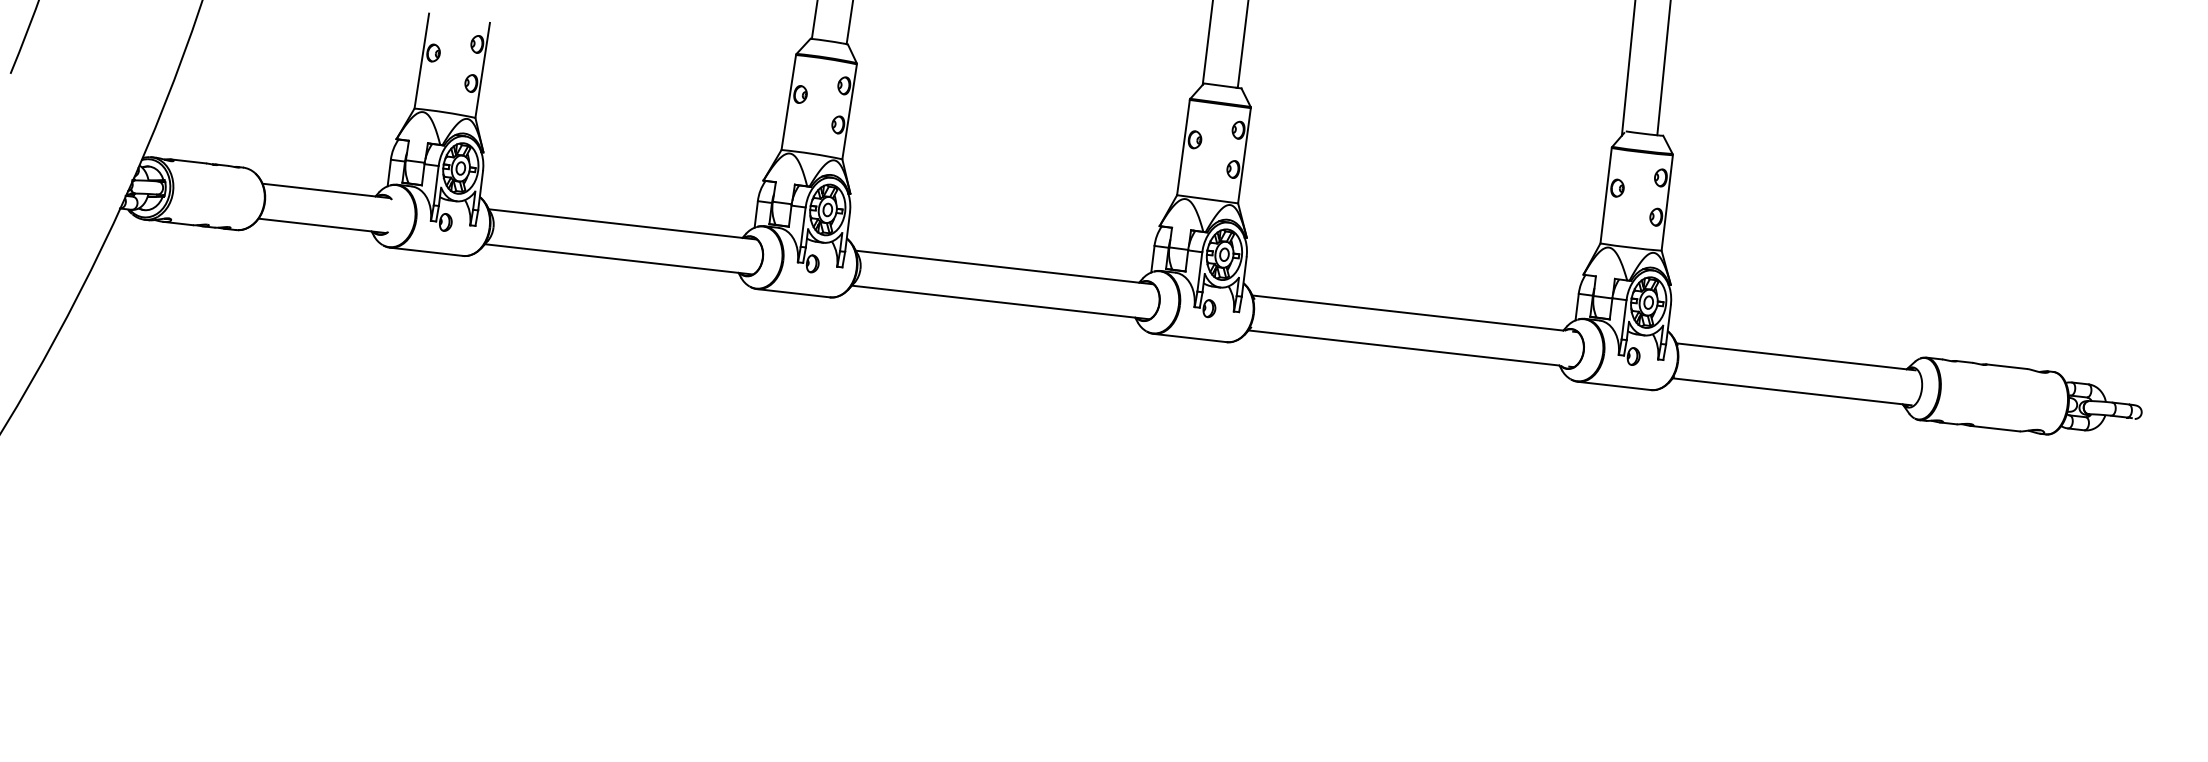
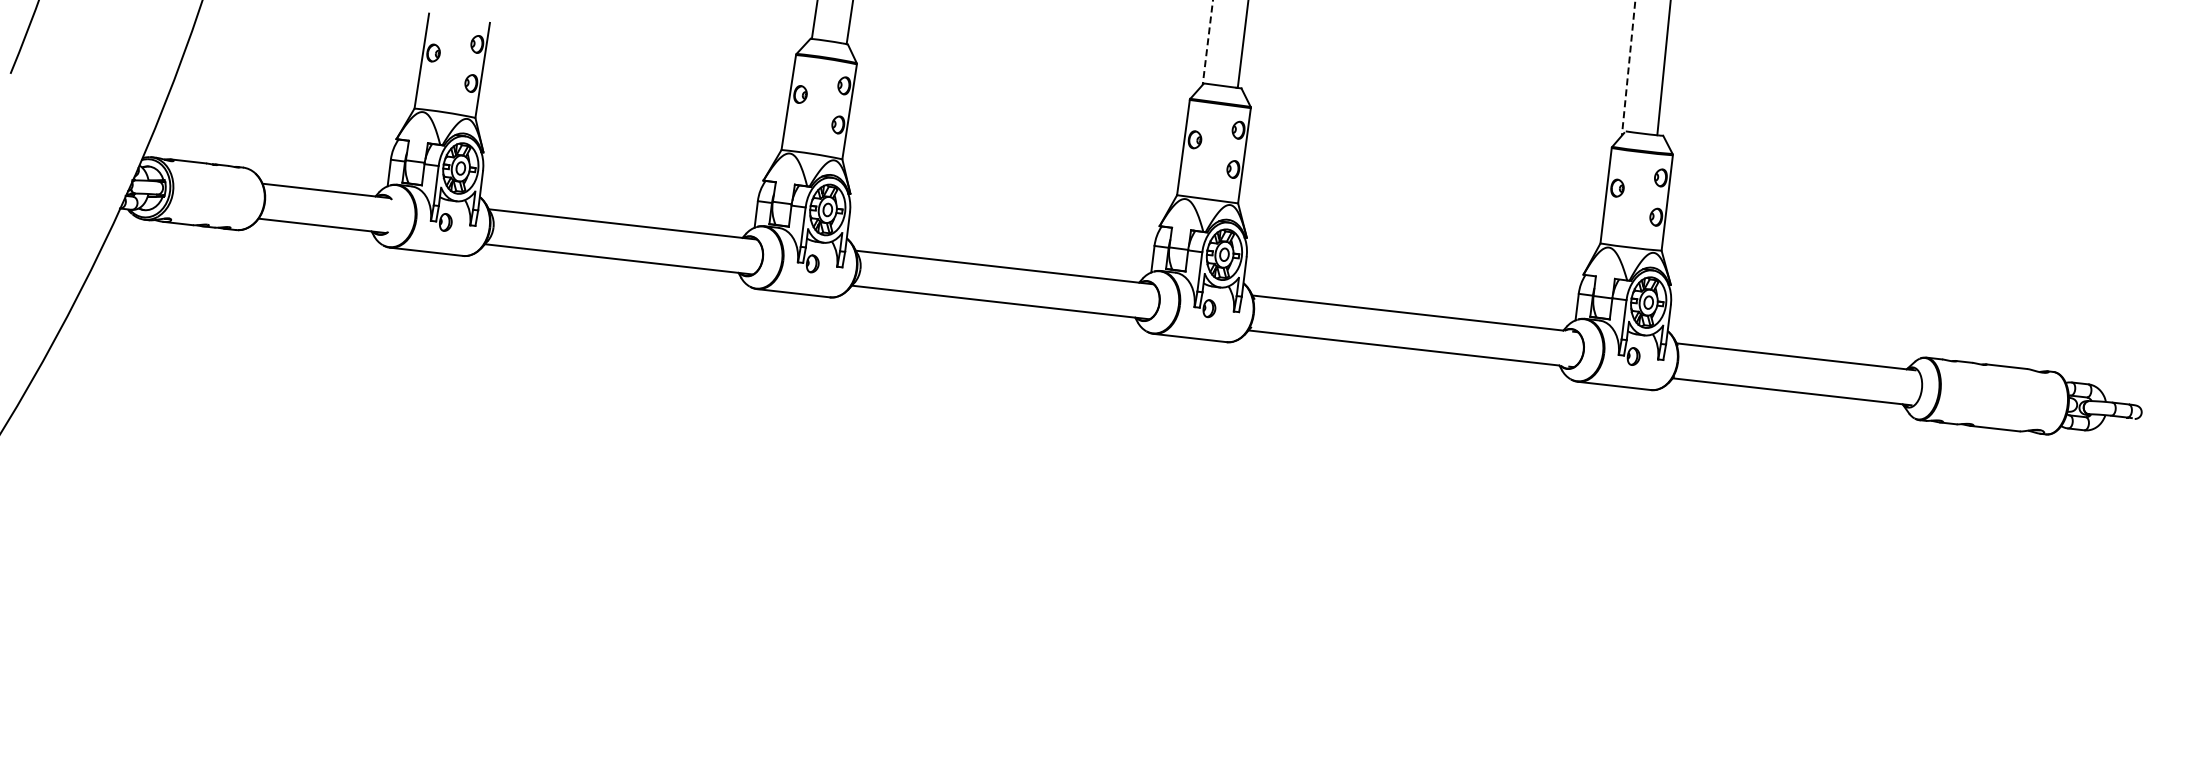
line at (1207, 43): solid -> dashed
line at (1628, 68): solid -> dashed
